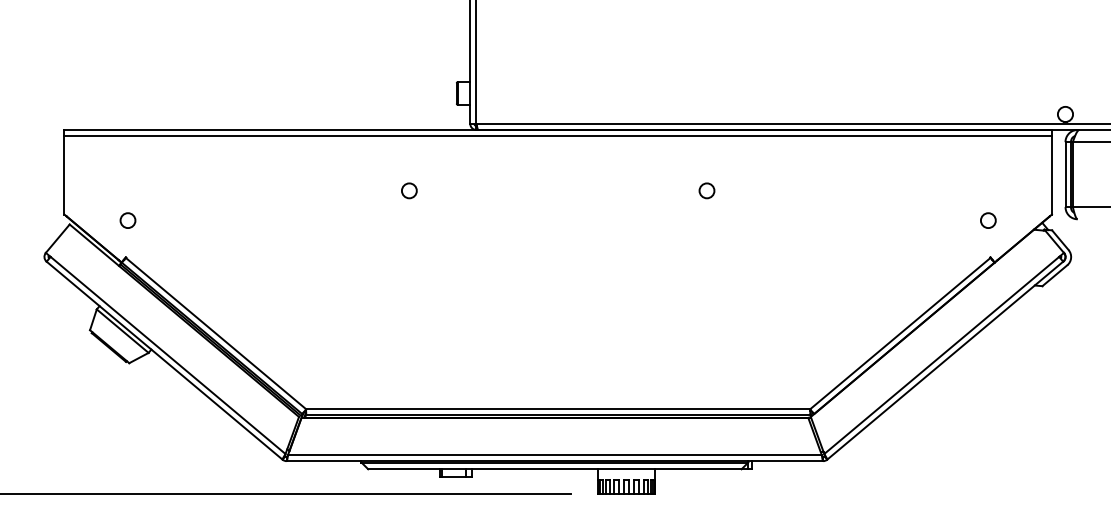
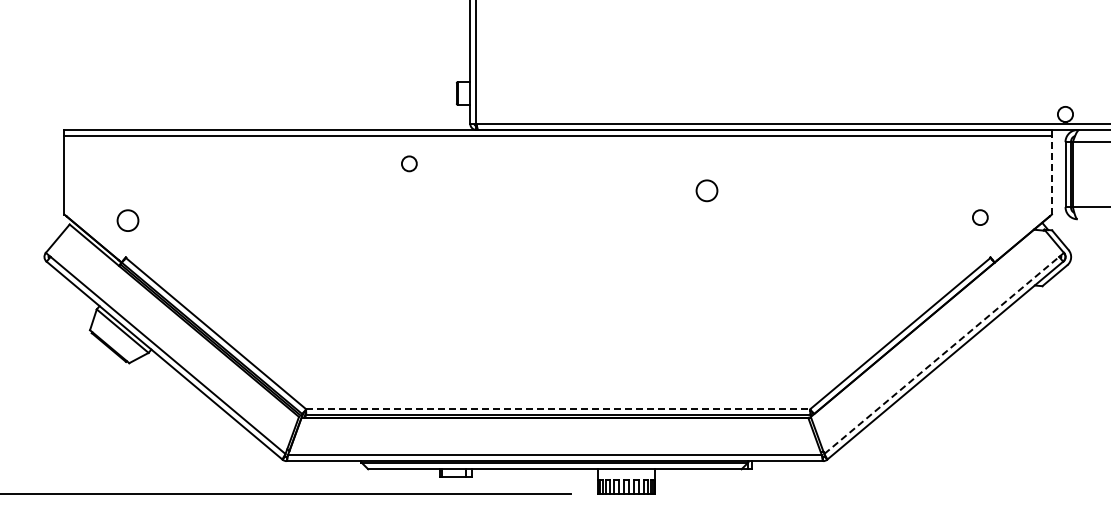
line at (1051, 174): solid -> dashed
circle at (409, 190) position: (409, 190) -> (409, 163)
circle at (706, 190) size: 18x18 px -> 24x24 px
circle at (127, 220) size: 18x17 px -> 24x23 px
circle at (988, 220) position: (988, 220) -> (980, 217)
line at (942, 355): solid -> dashed
line at (558, 409): solid -> dashed
